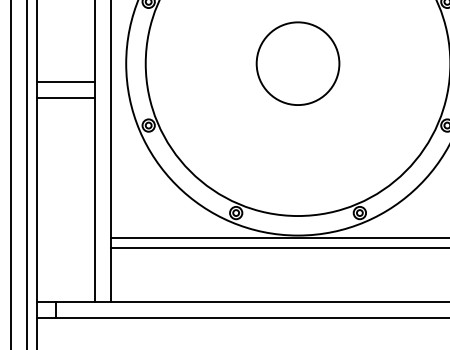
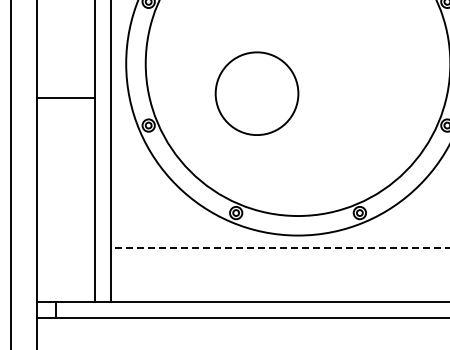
circle at (297, 63) position: (297, 63) -> (256, 93)
line at (66, 81): present -> none
line at (27, 174): present -> none
line at (278, 237): present -> none
line at (280, 248): solid -> dashed
